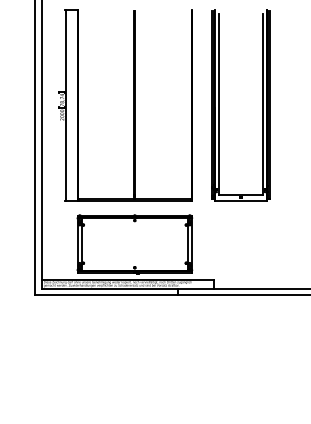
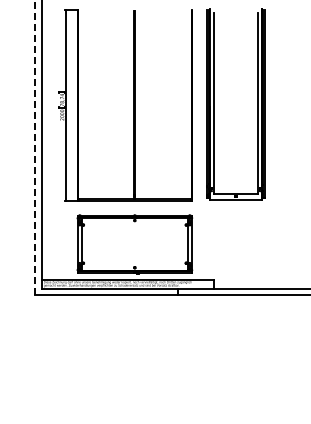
part at (219, 105) position: (219, 105) -> (214, 104)
line at (35, 147): solid -> dashed
